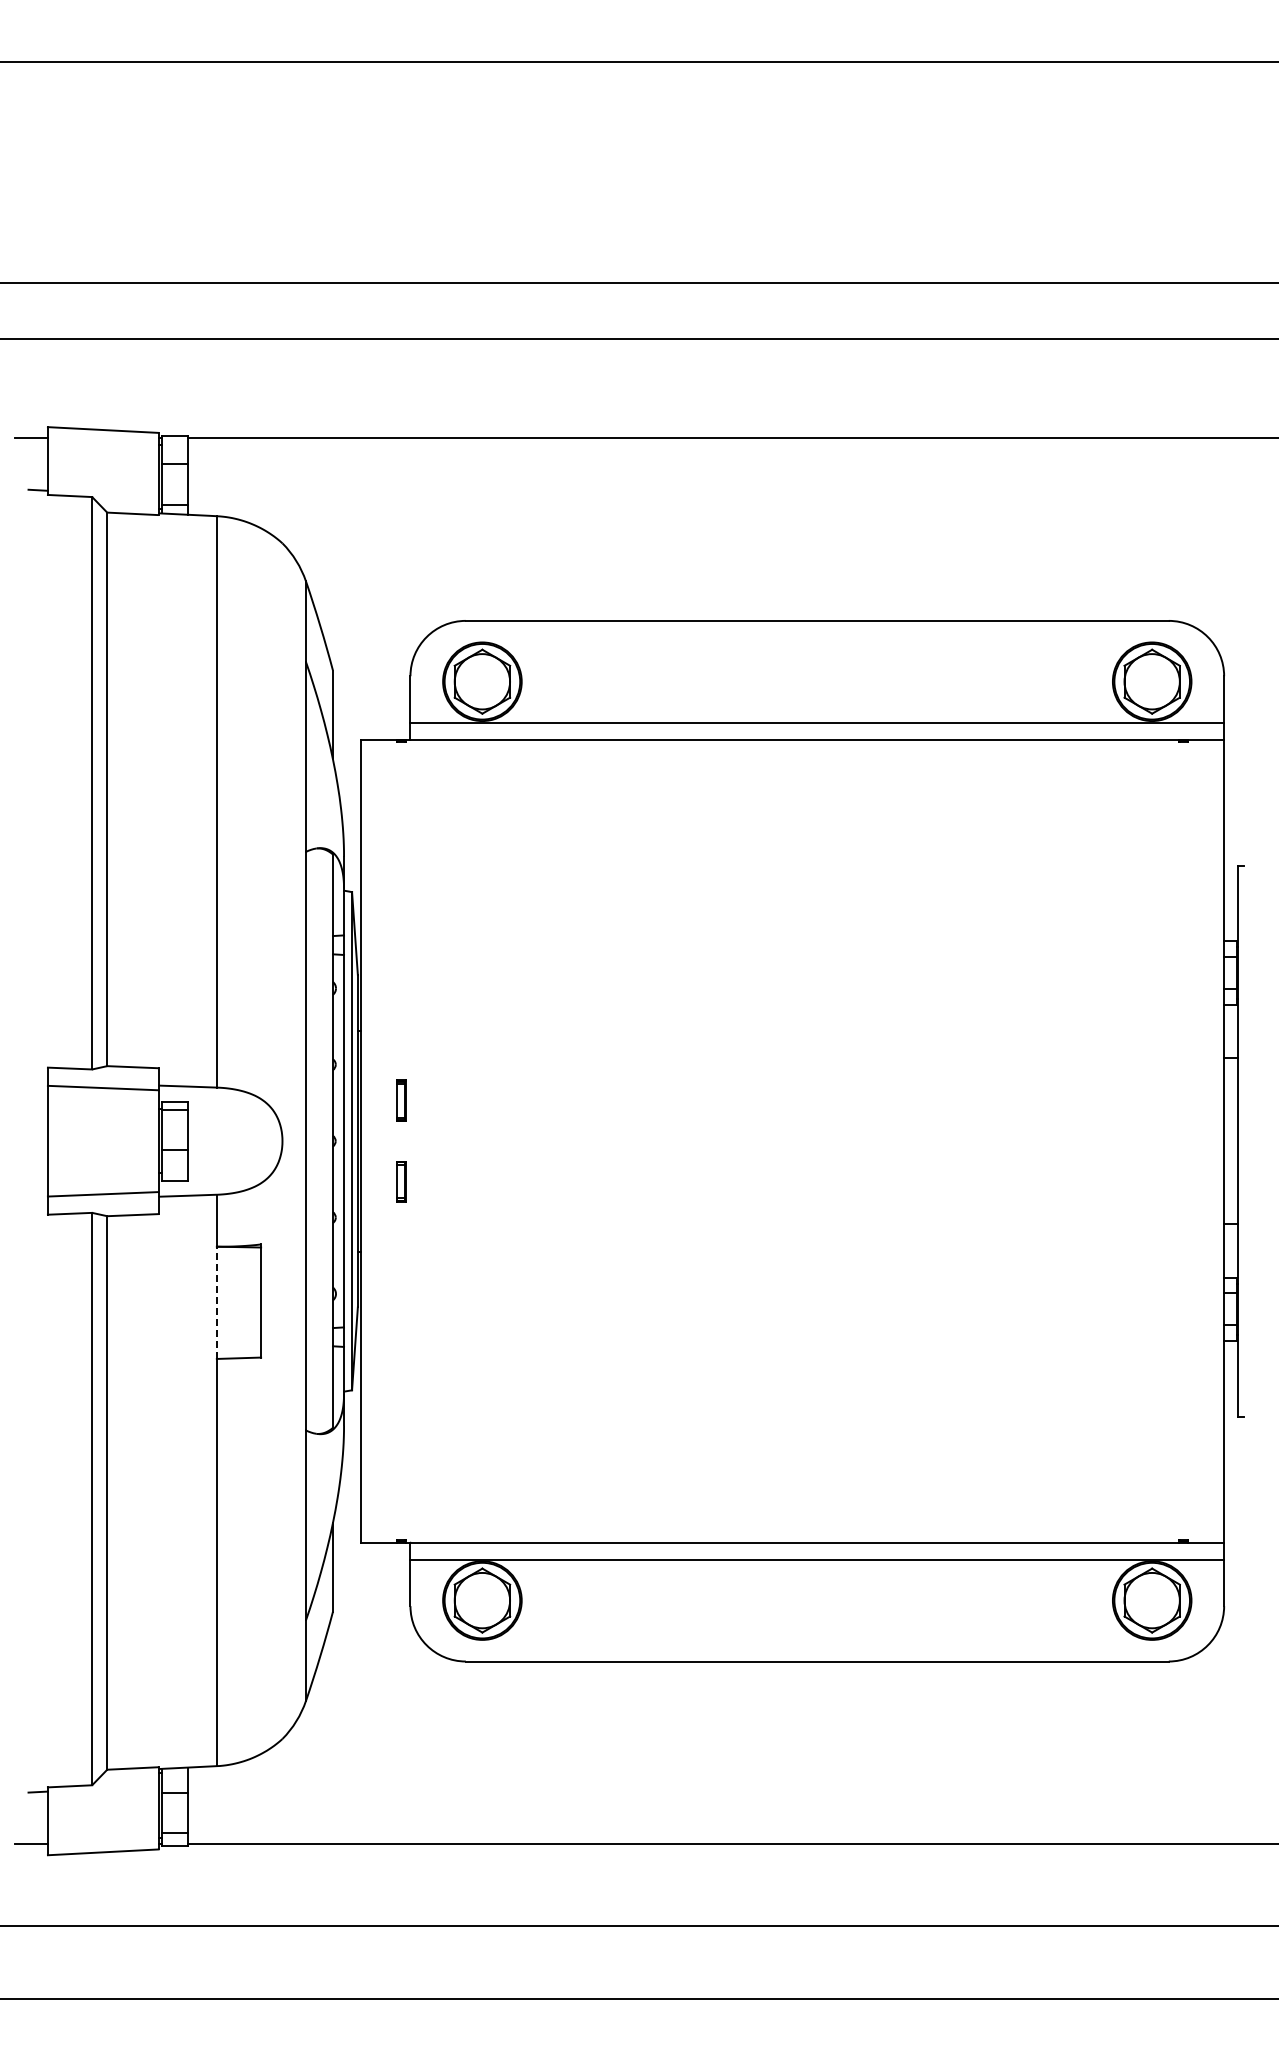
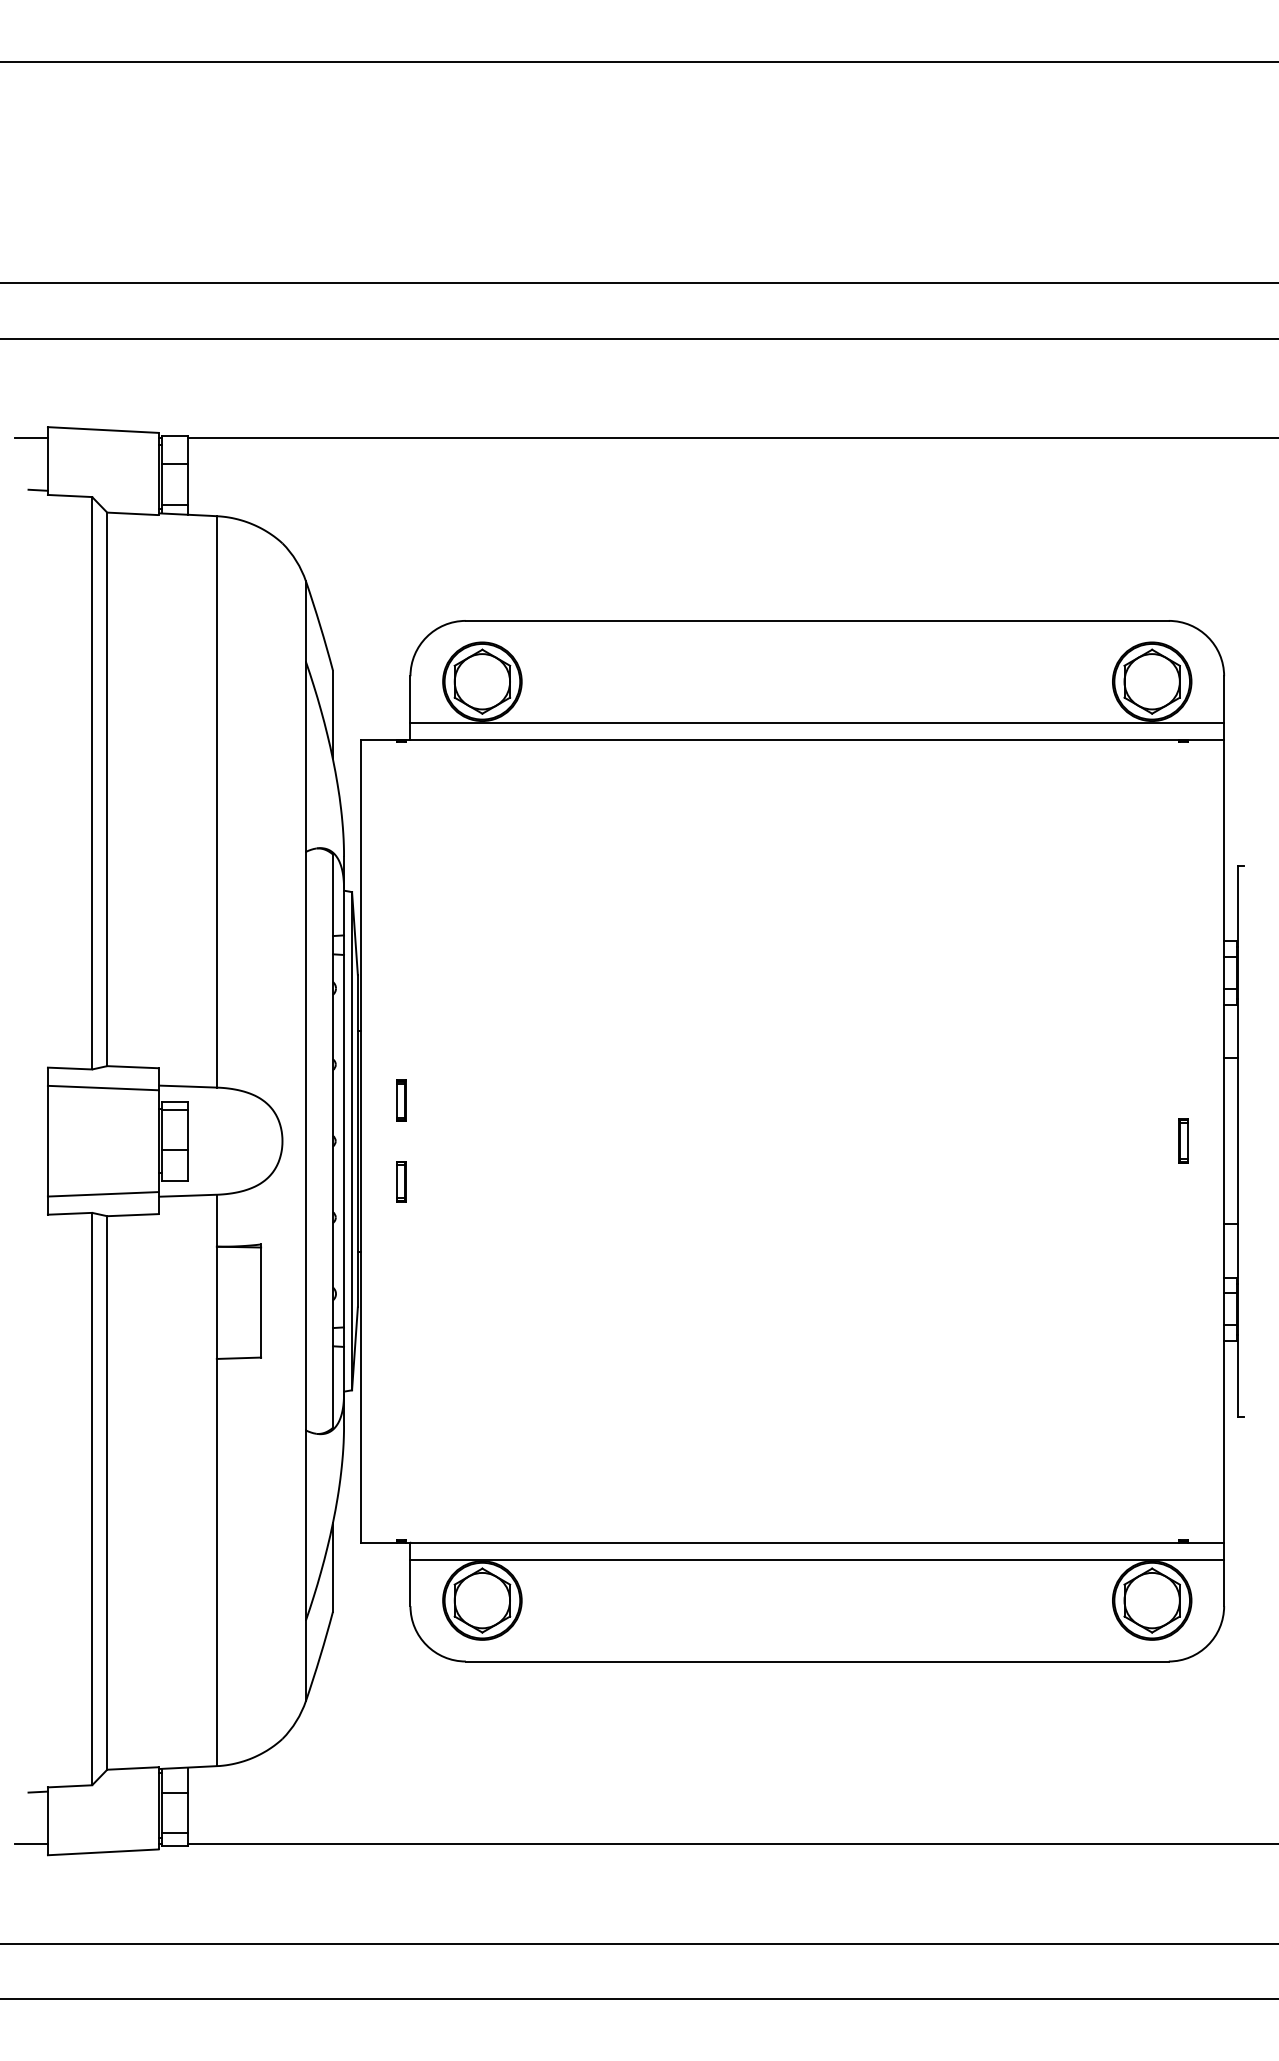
part at (1183, 1140): none -> present
line at (216, 1302): dashed -> solid
line at (638, 1925) position: (638, 1925) -> (638, 1943)
